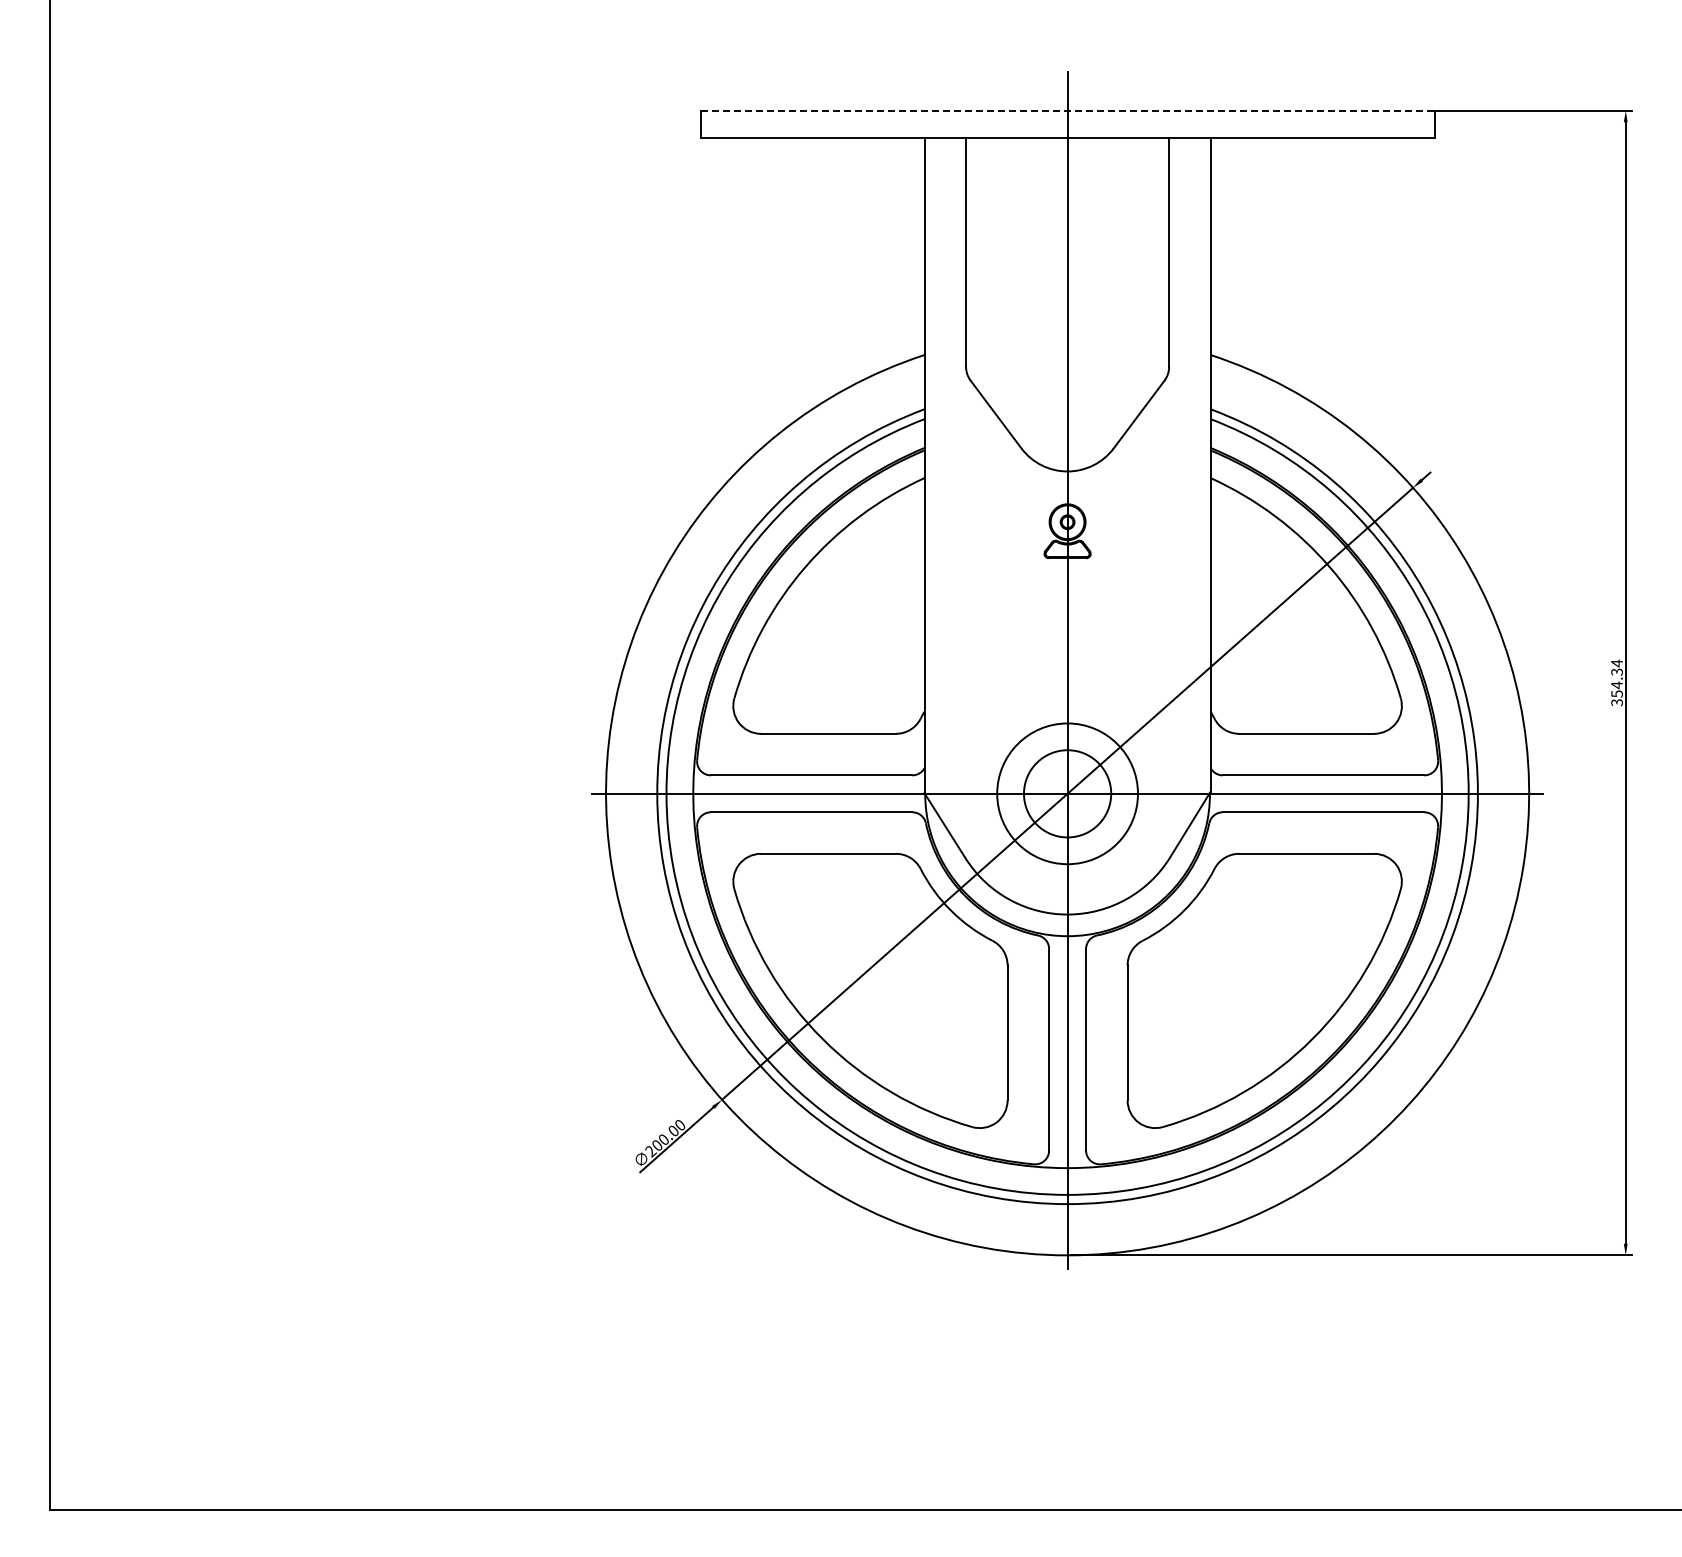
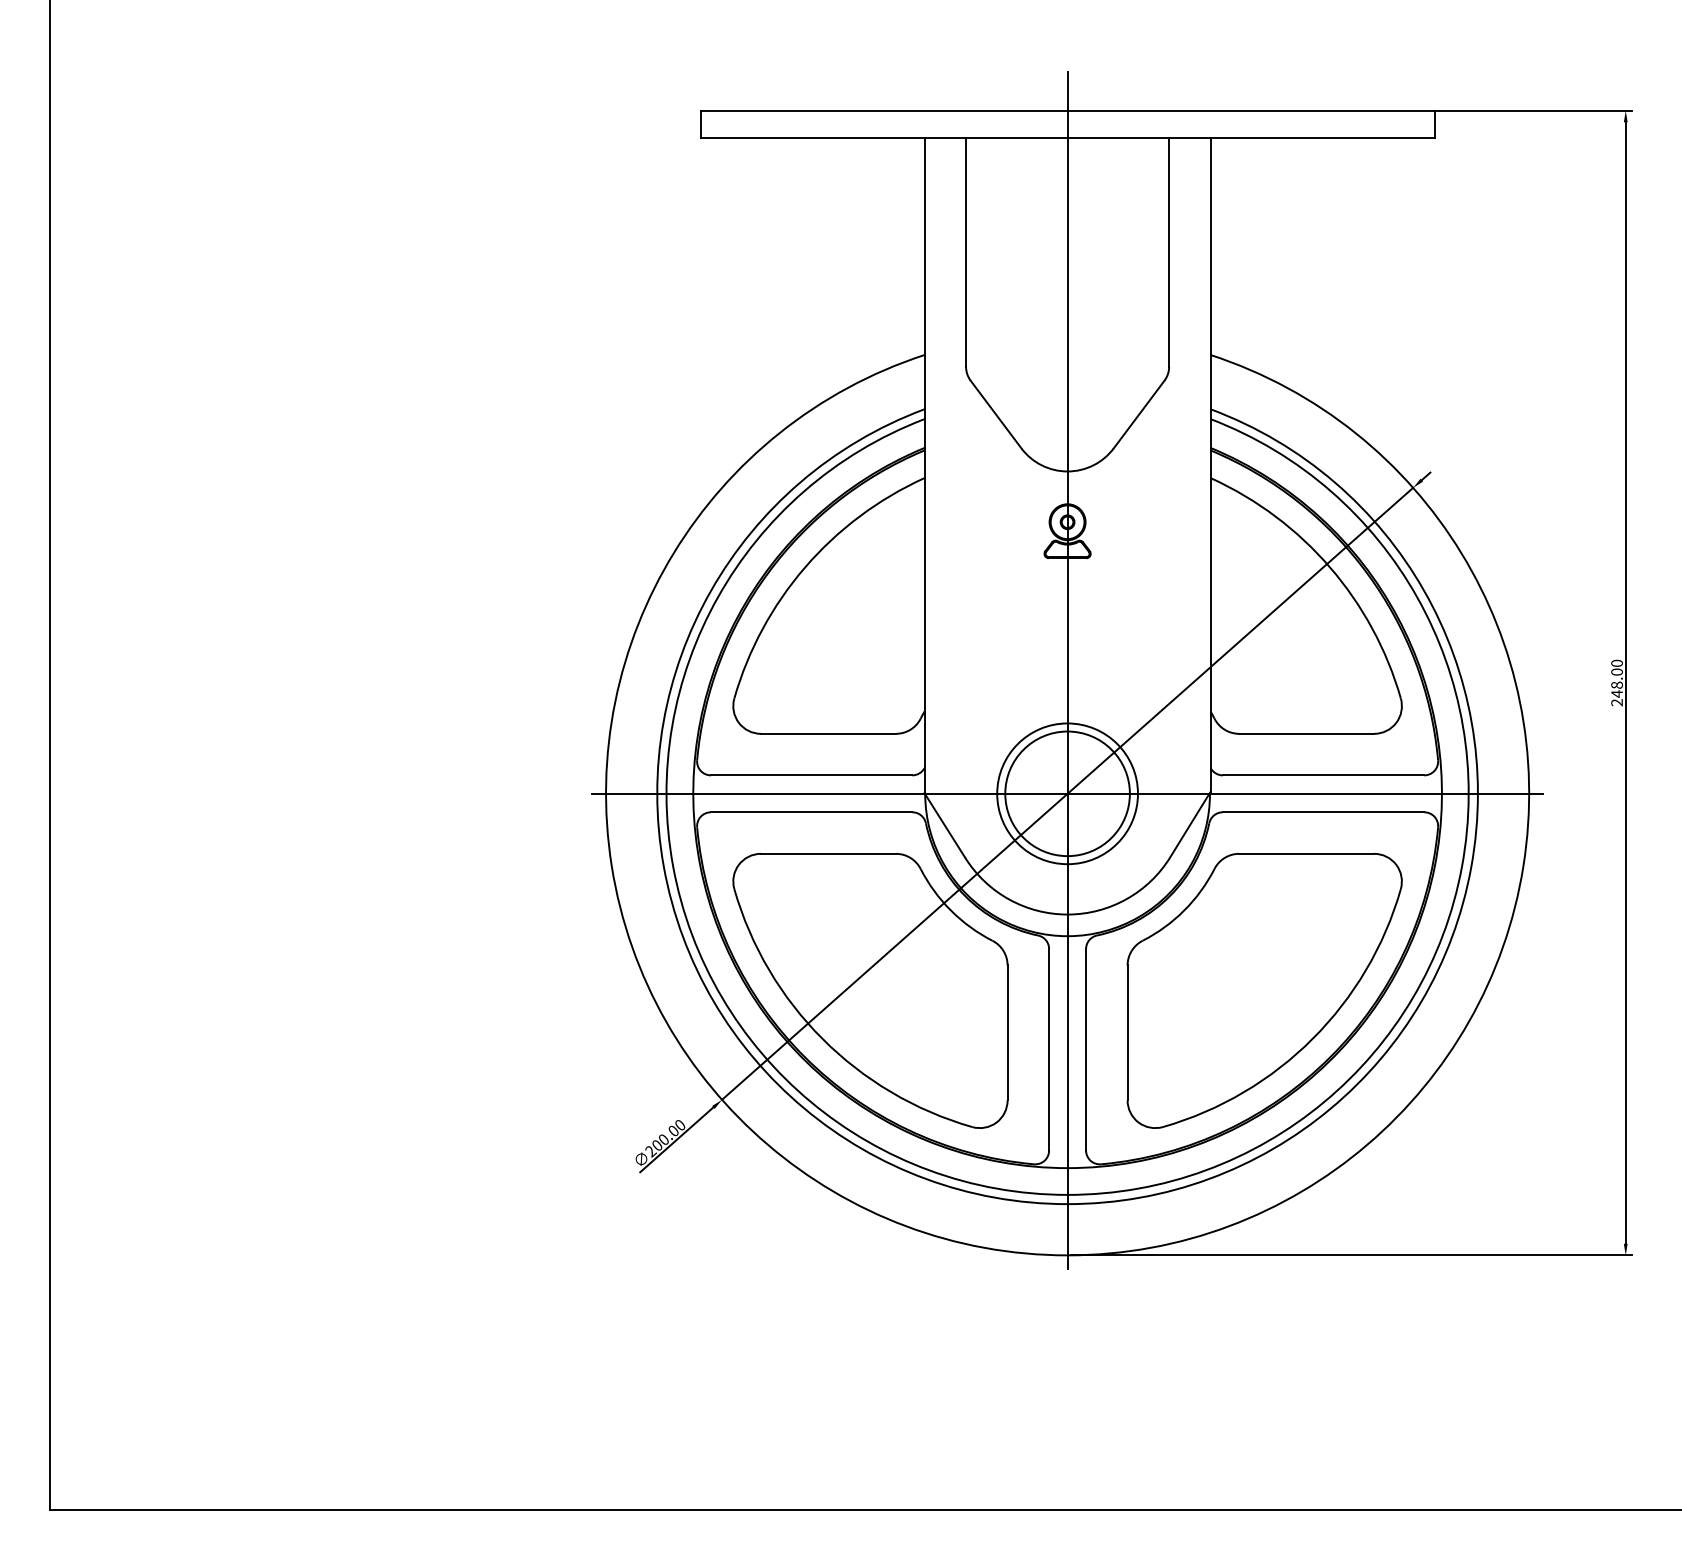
line at (1067, 110): dashed -> solid
text at (1616, 682): 354.34 -> 248.00
circle at (1067, 793) diameter: 87 px -> 125 px
